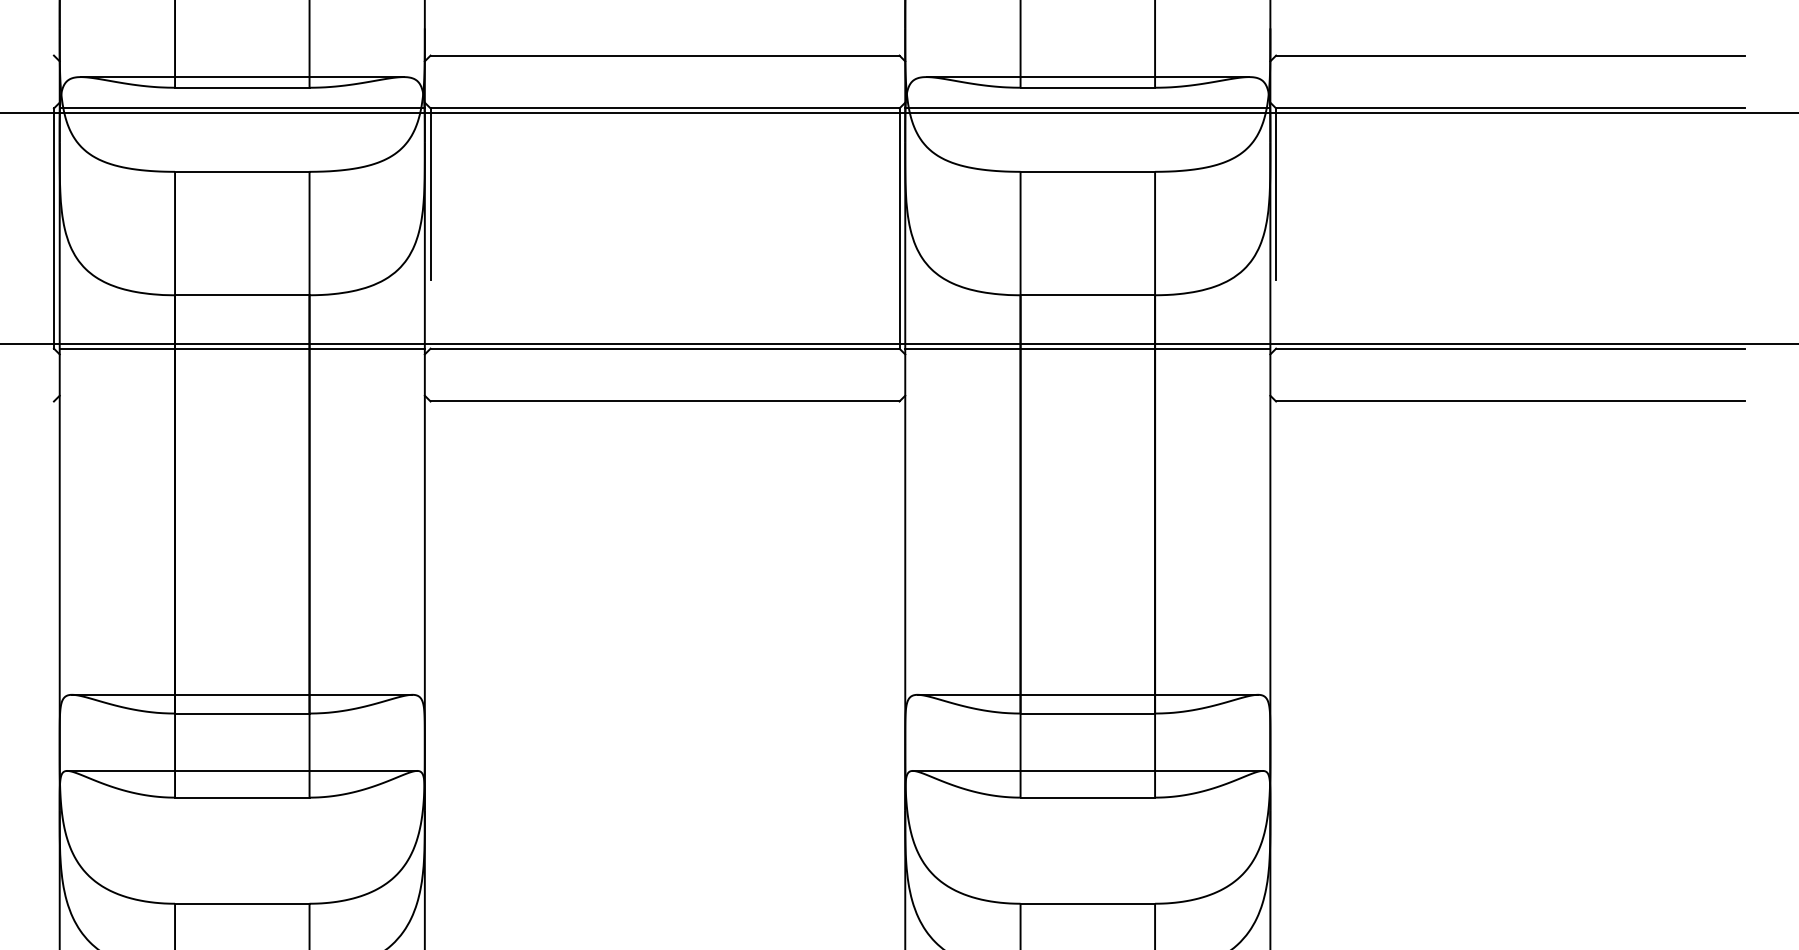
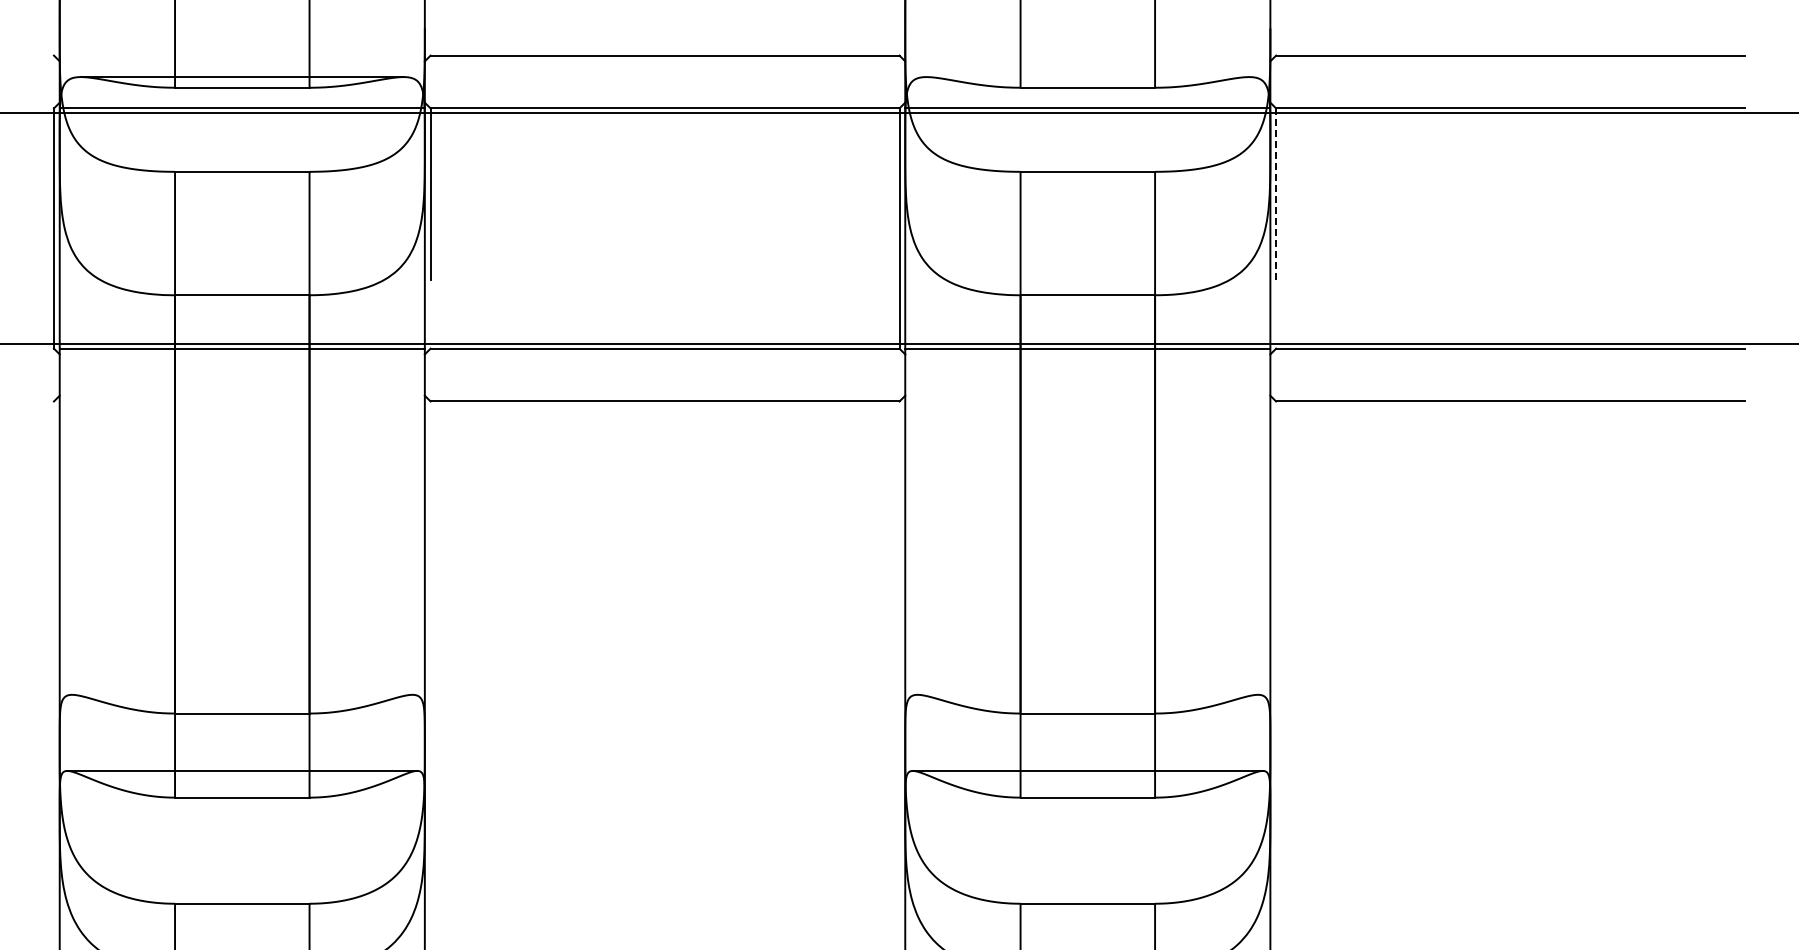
line at (1087, 77): present -> none
line at (1276, 194): solid -> dashed
line at (242, 694): present -> none
line at (1087, 694): present -> none
